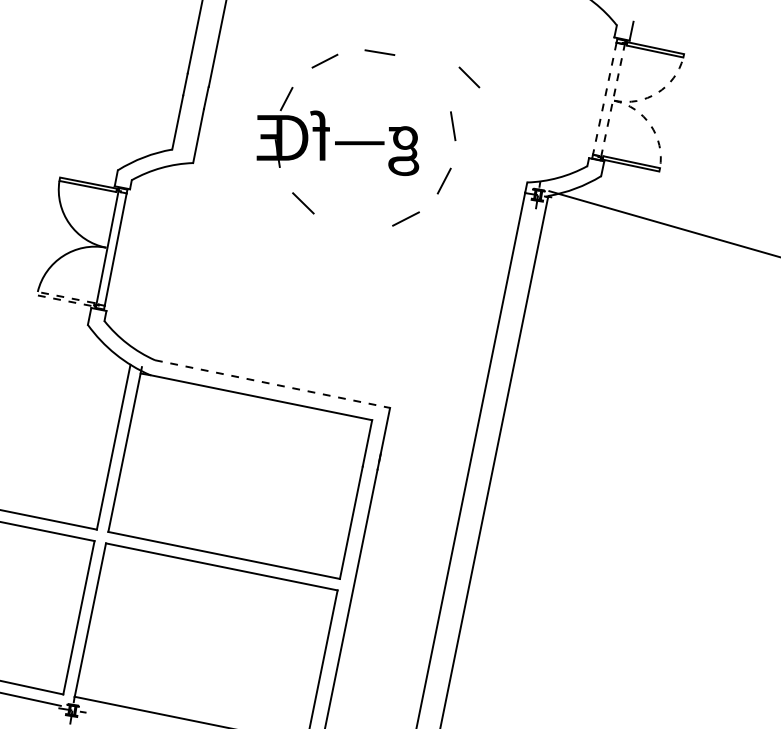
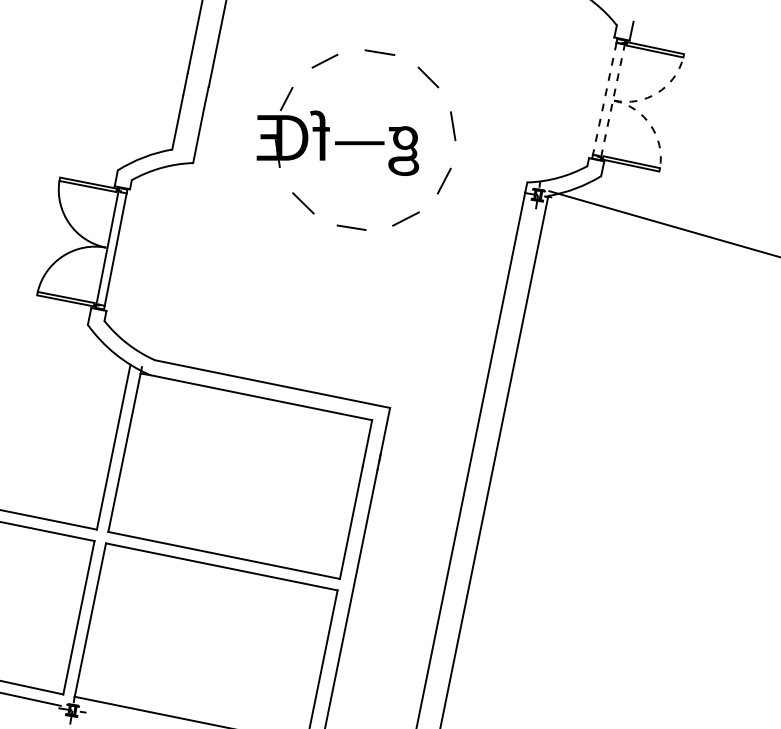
line at (469, 77) position: (469, 77) -> (428, 77)
line at (351, 227): none -> present
line at (37, 294): dashed -> solid
line at (272, 384): dashed -> solid
